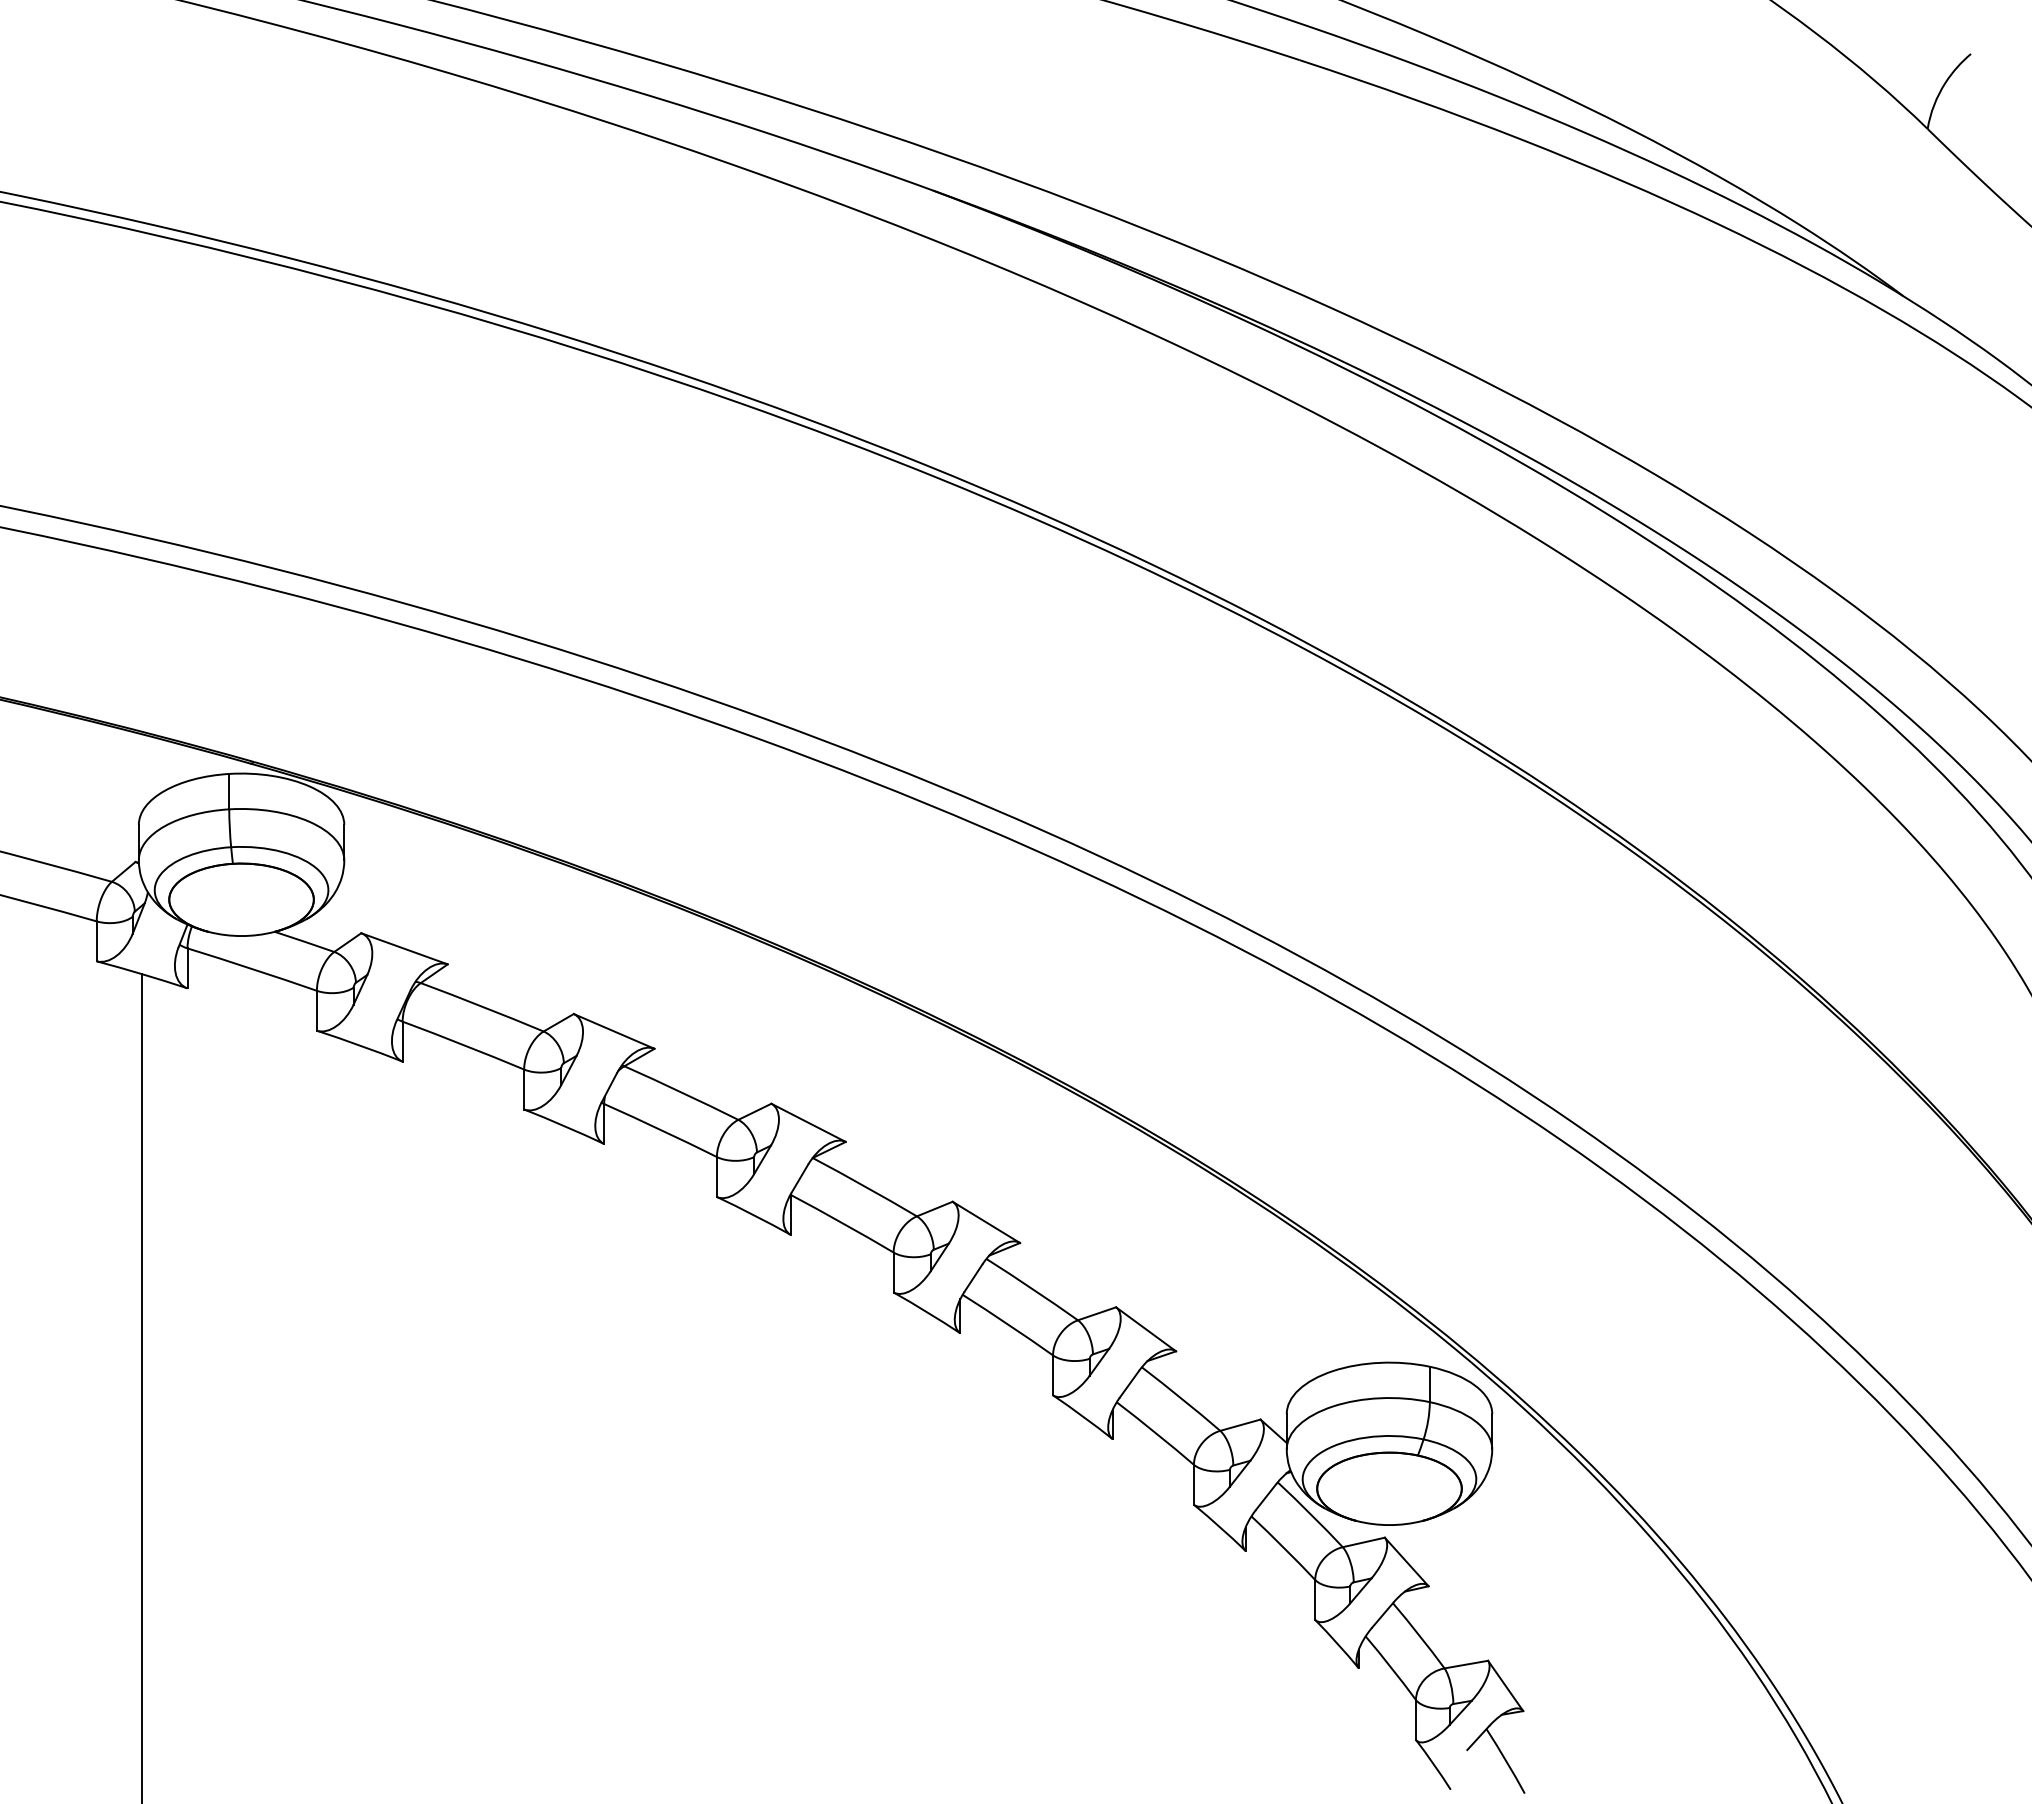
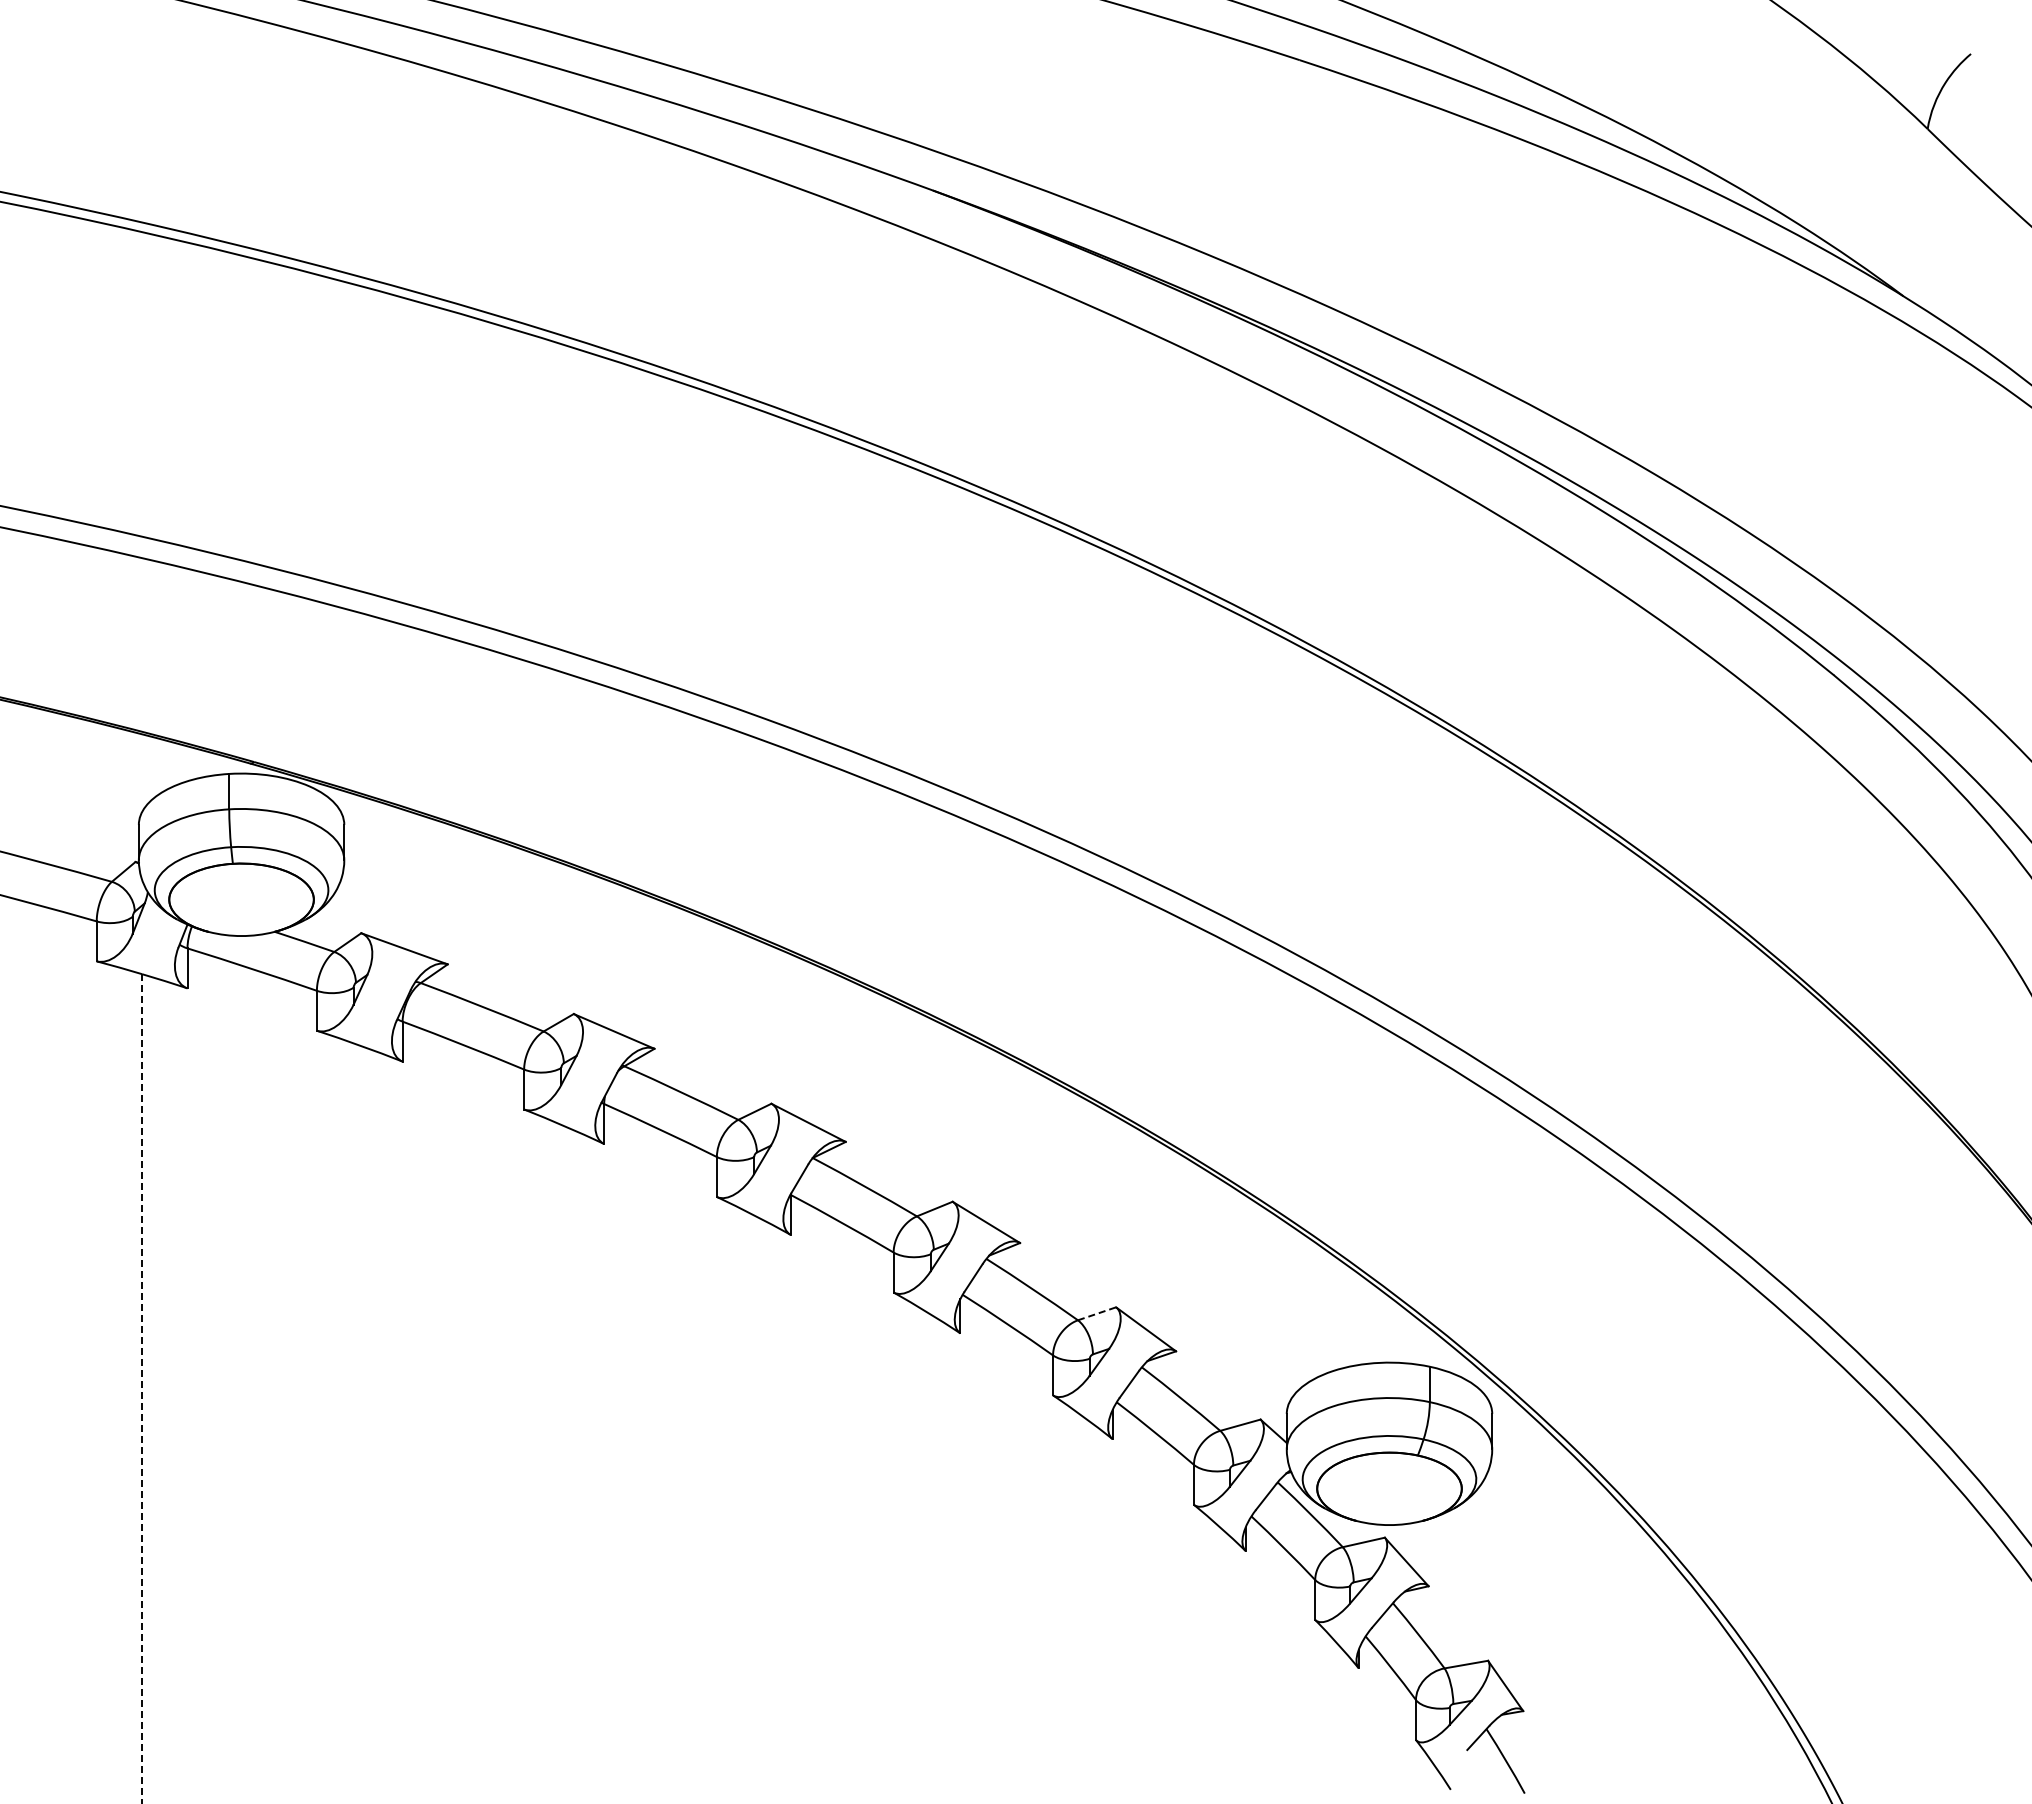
line at (1097, 1313): solid -> dashed
line at (142, 1389): solid -> dashed
